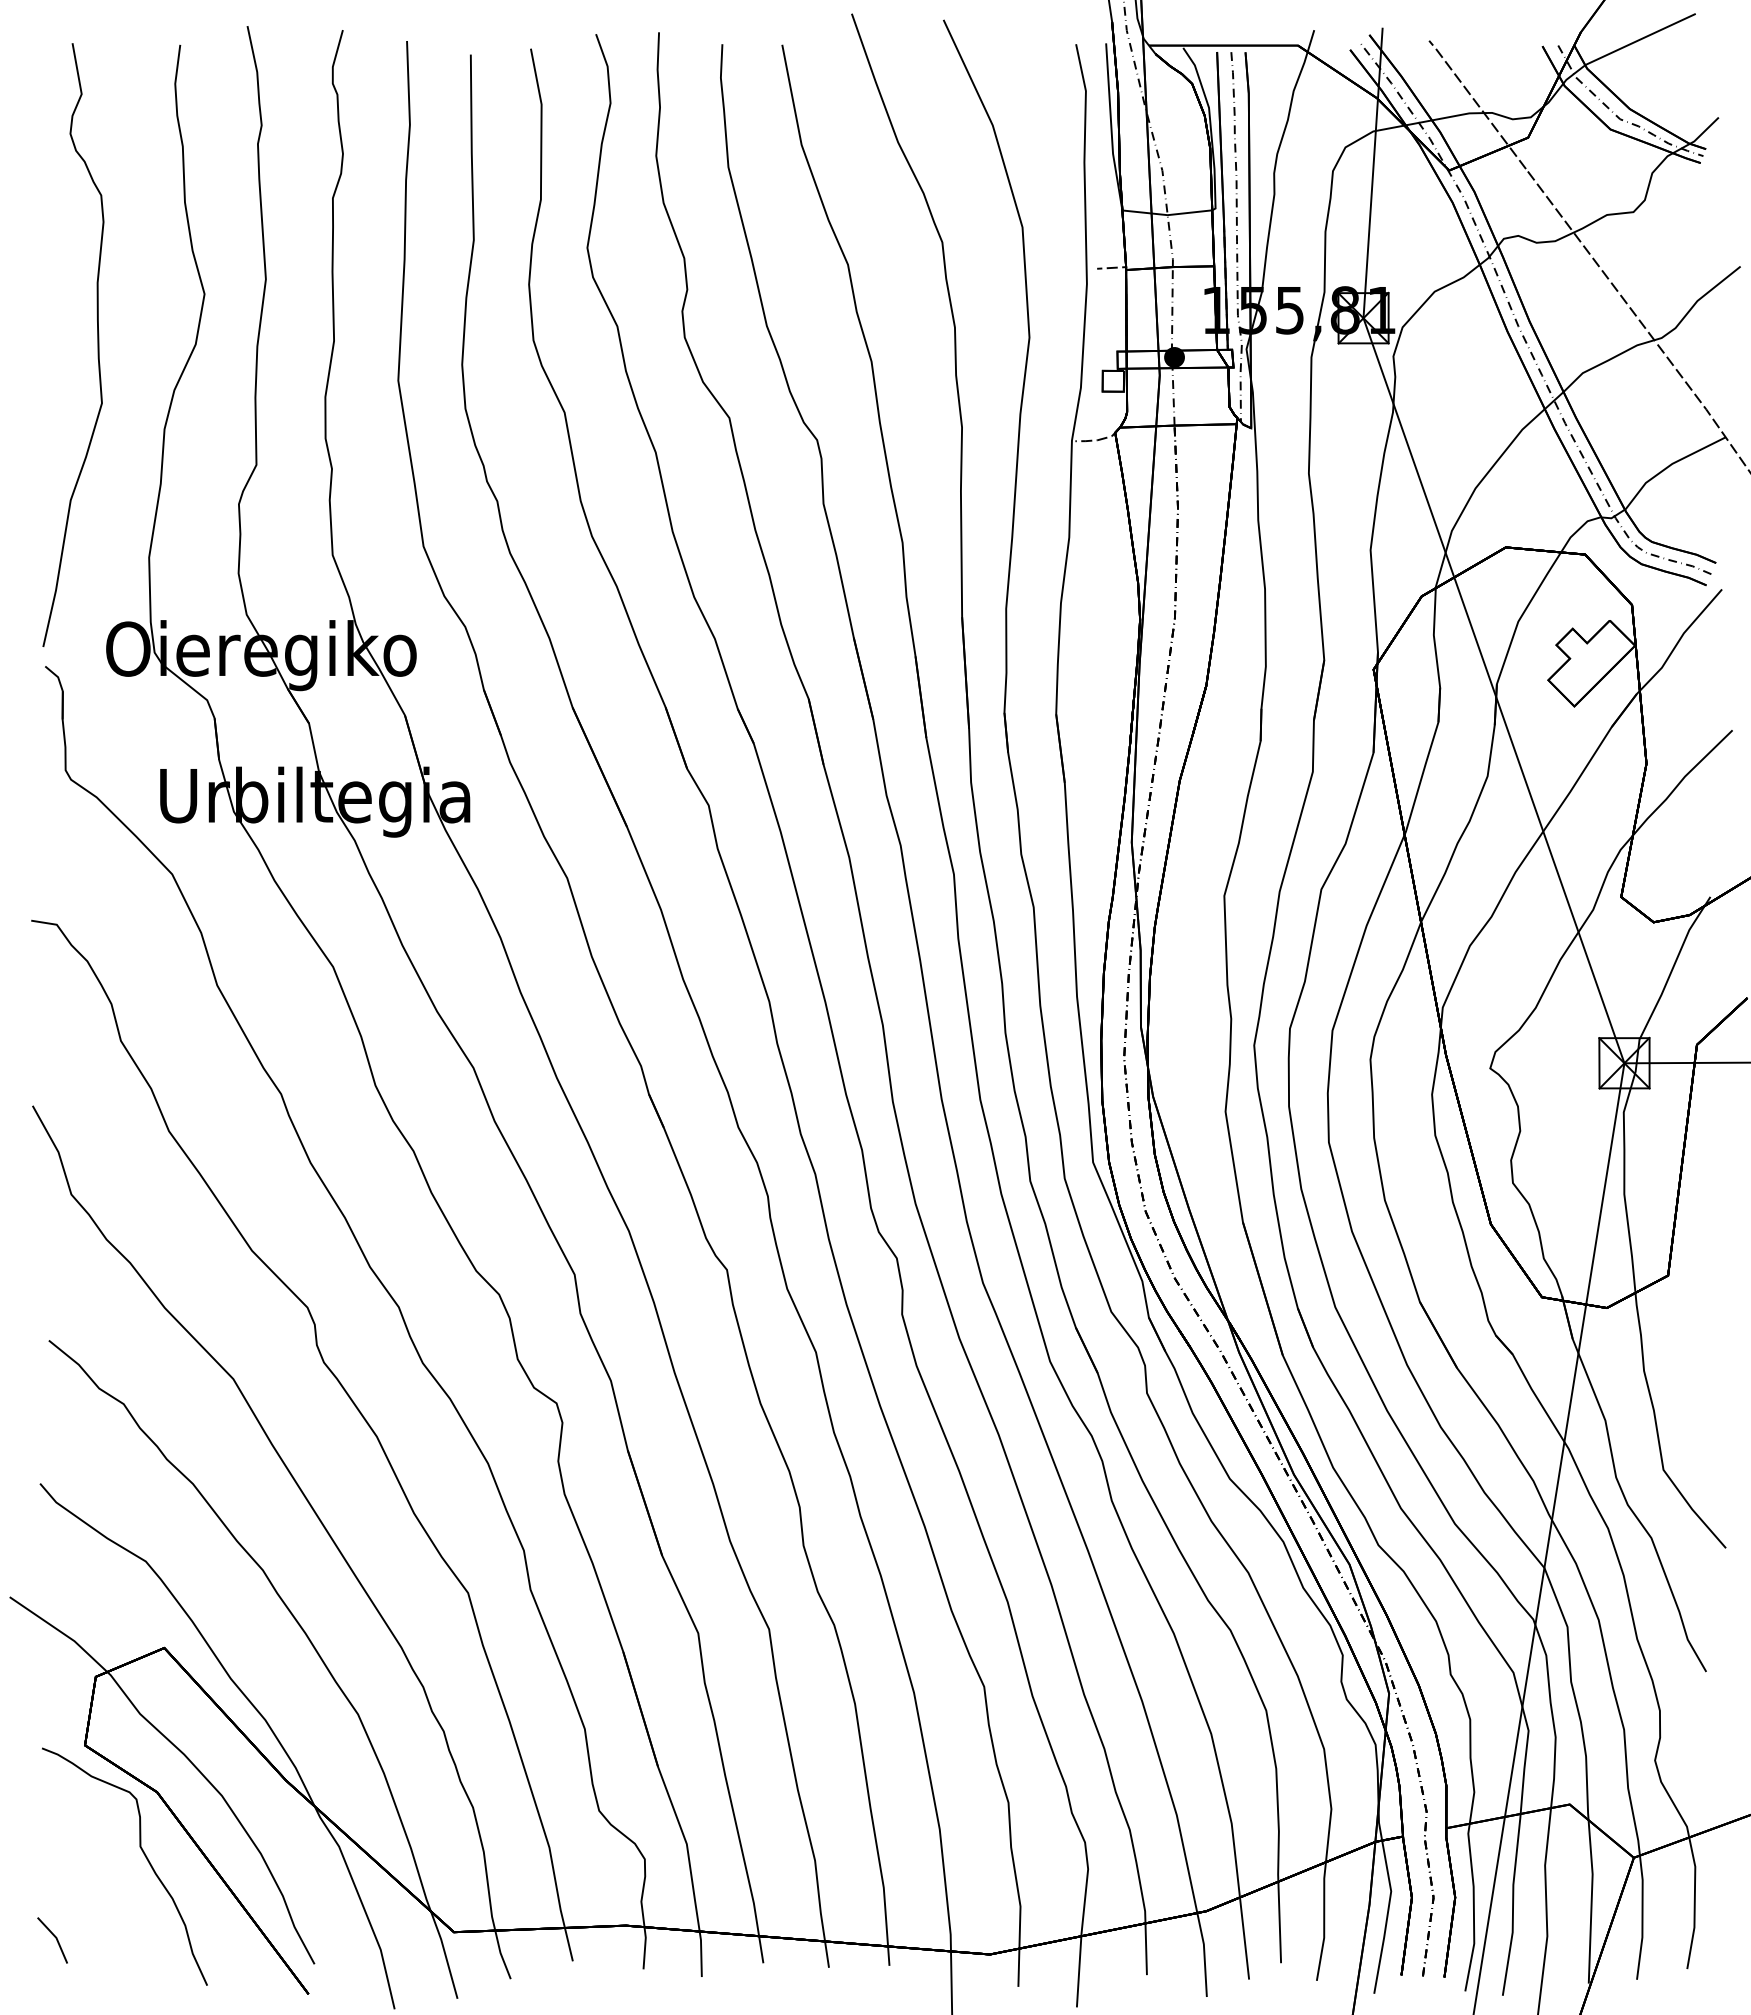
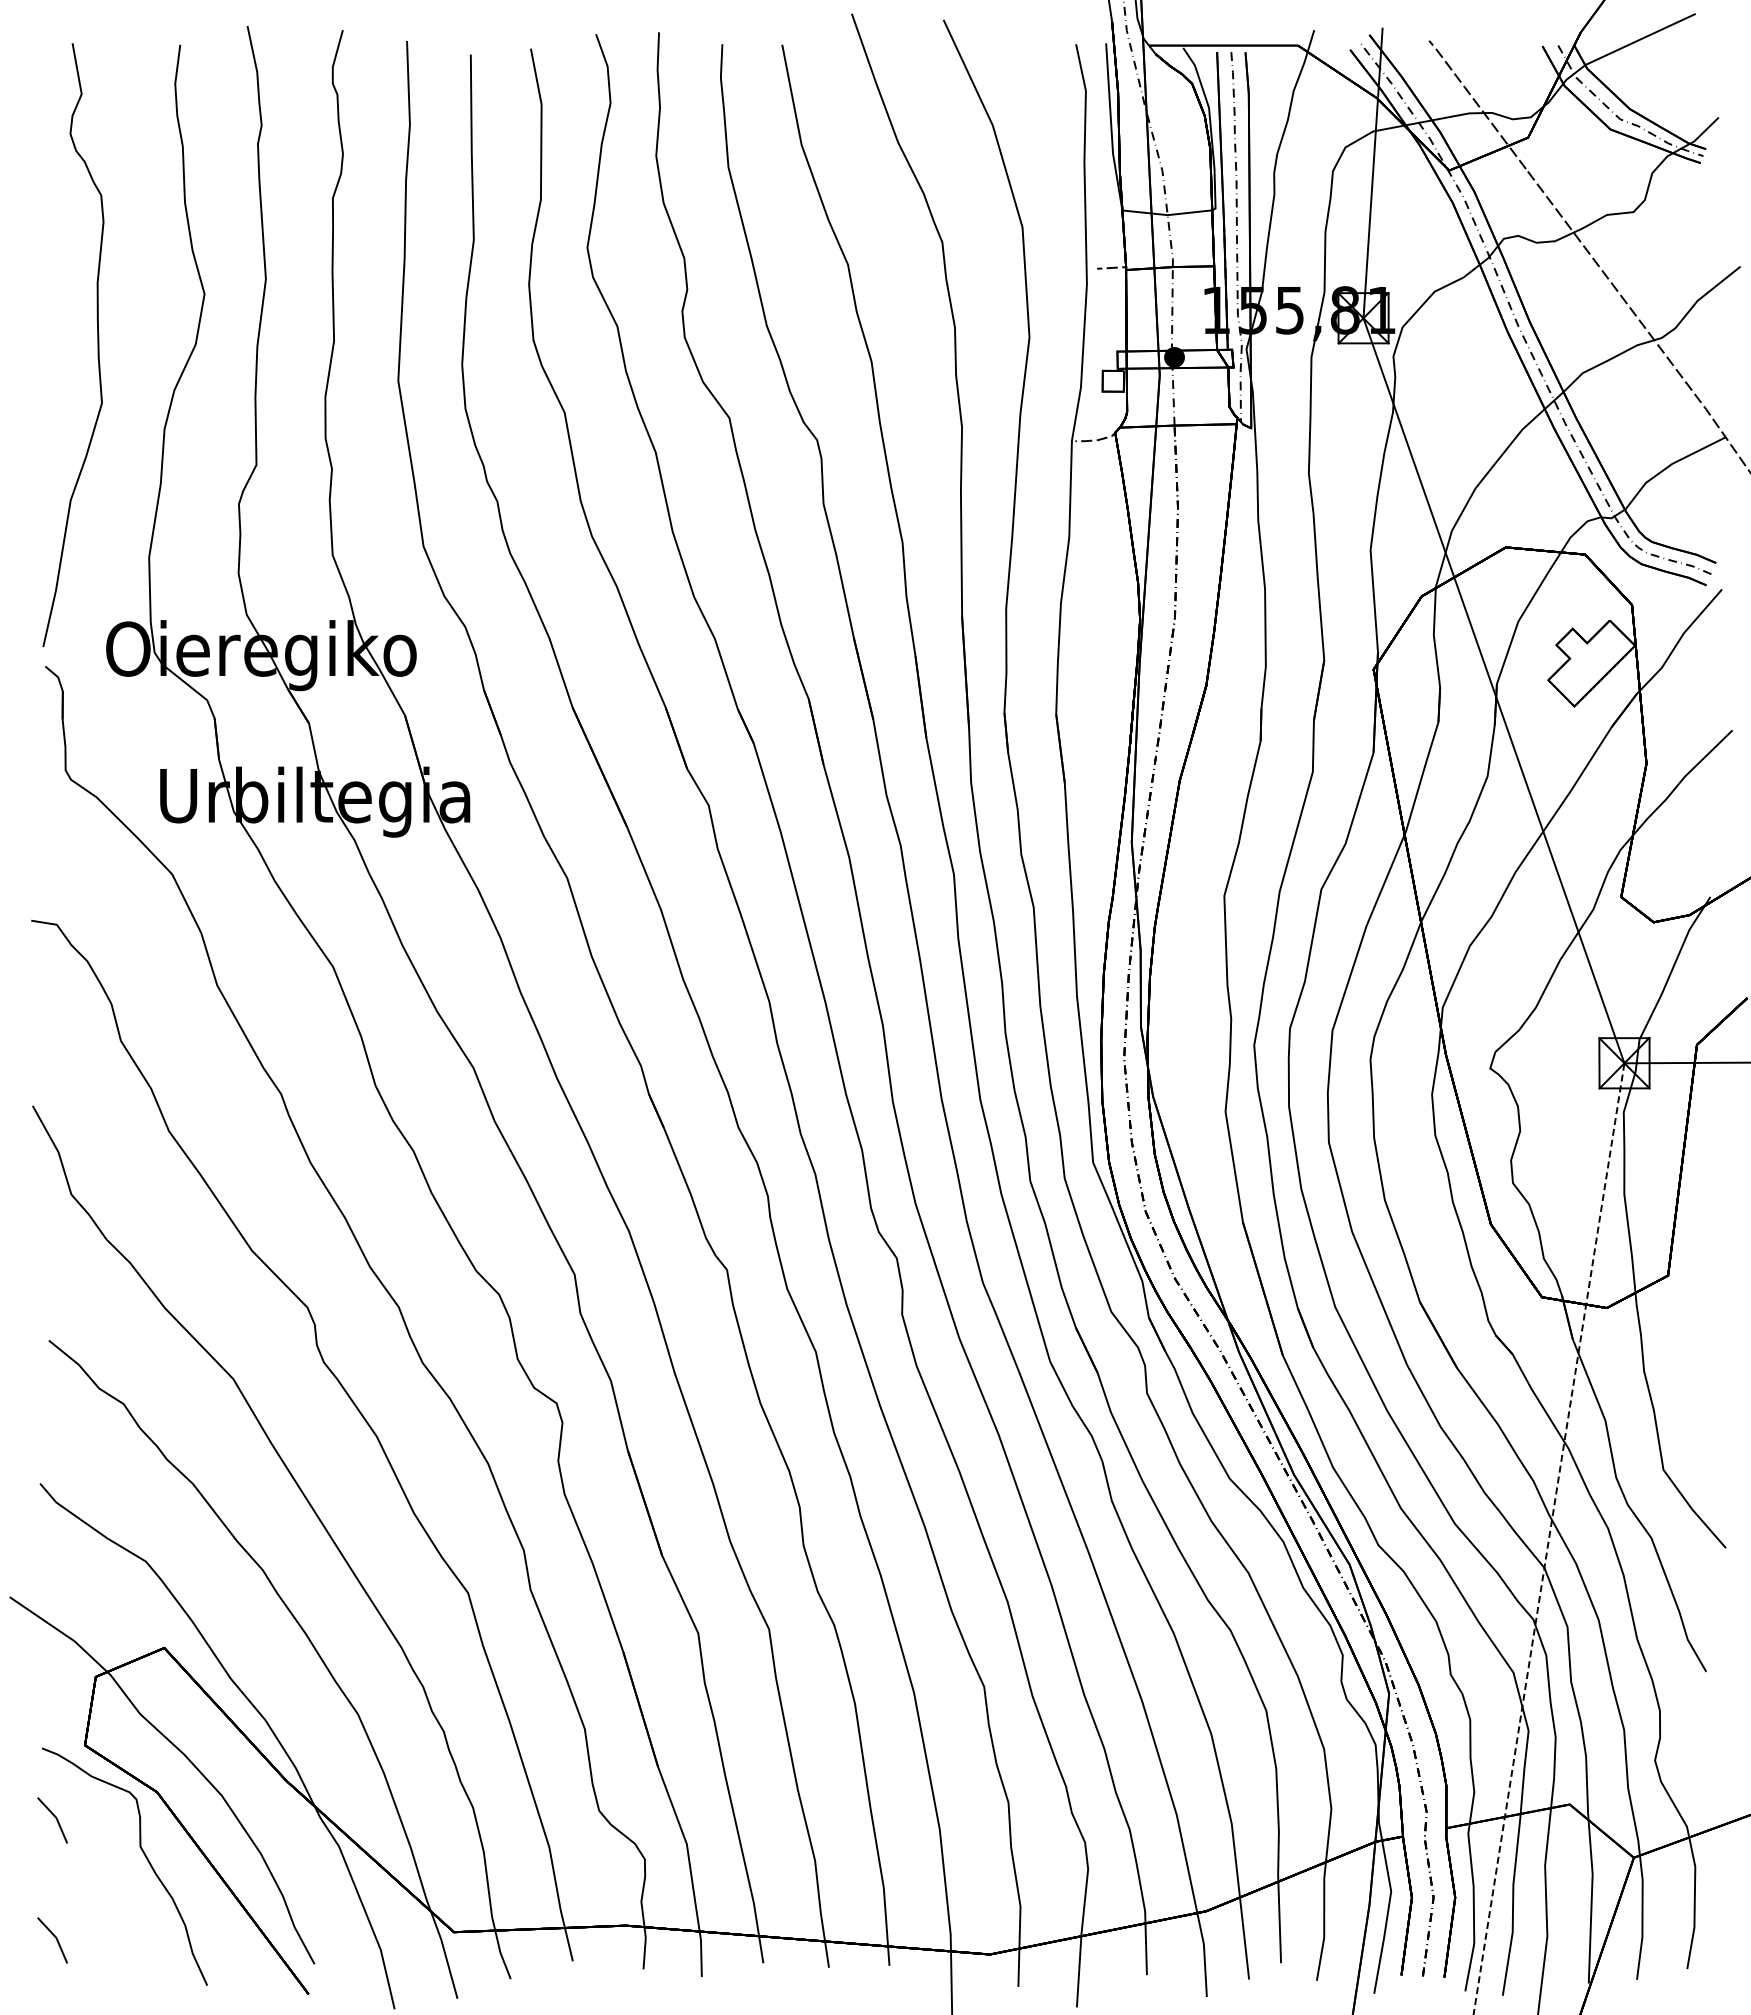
line at (1549, 1538): solid -> dashed
line at (54, 1817): none -> present
